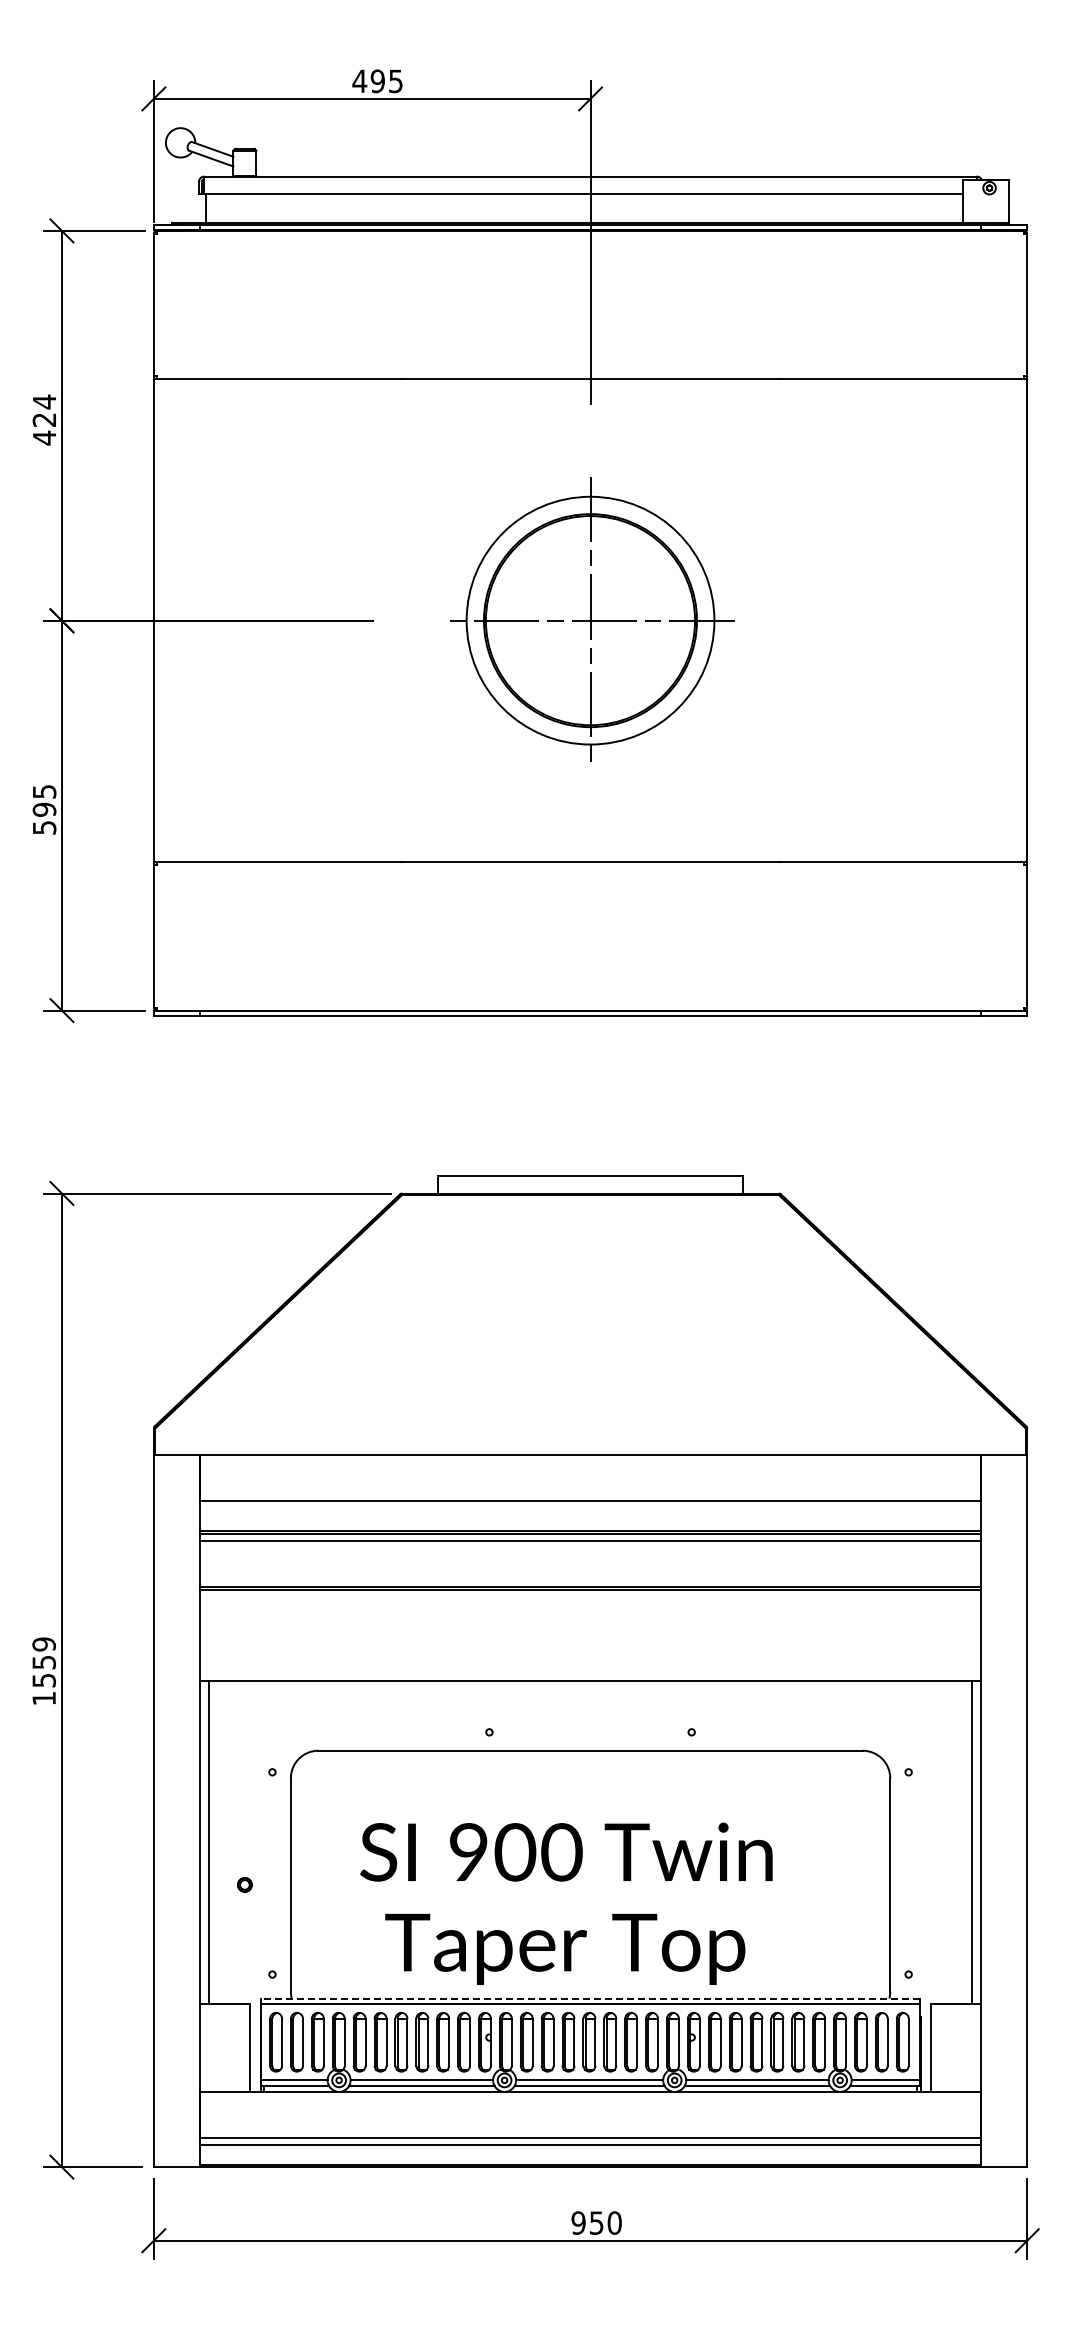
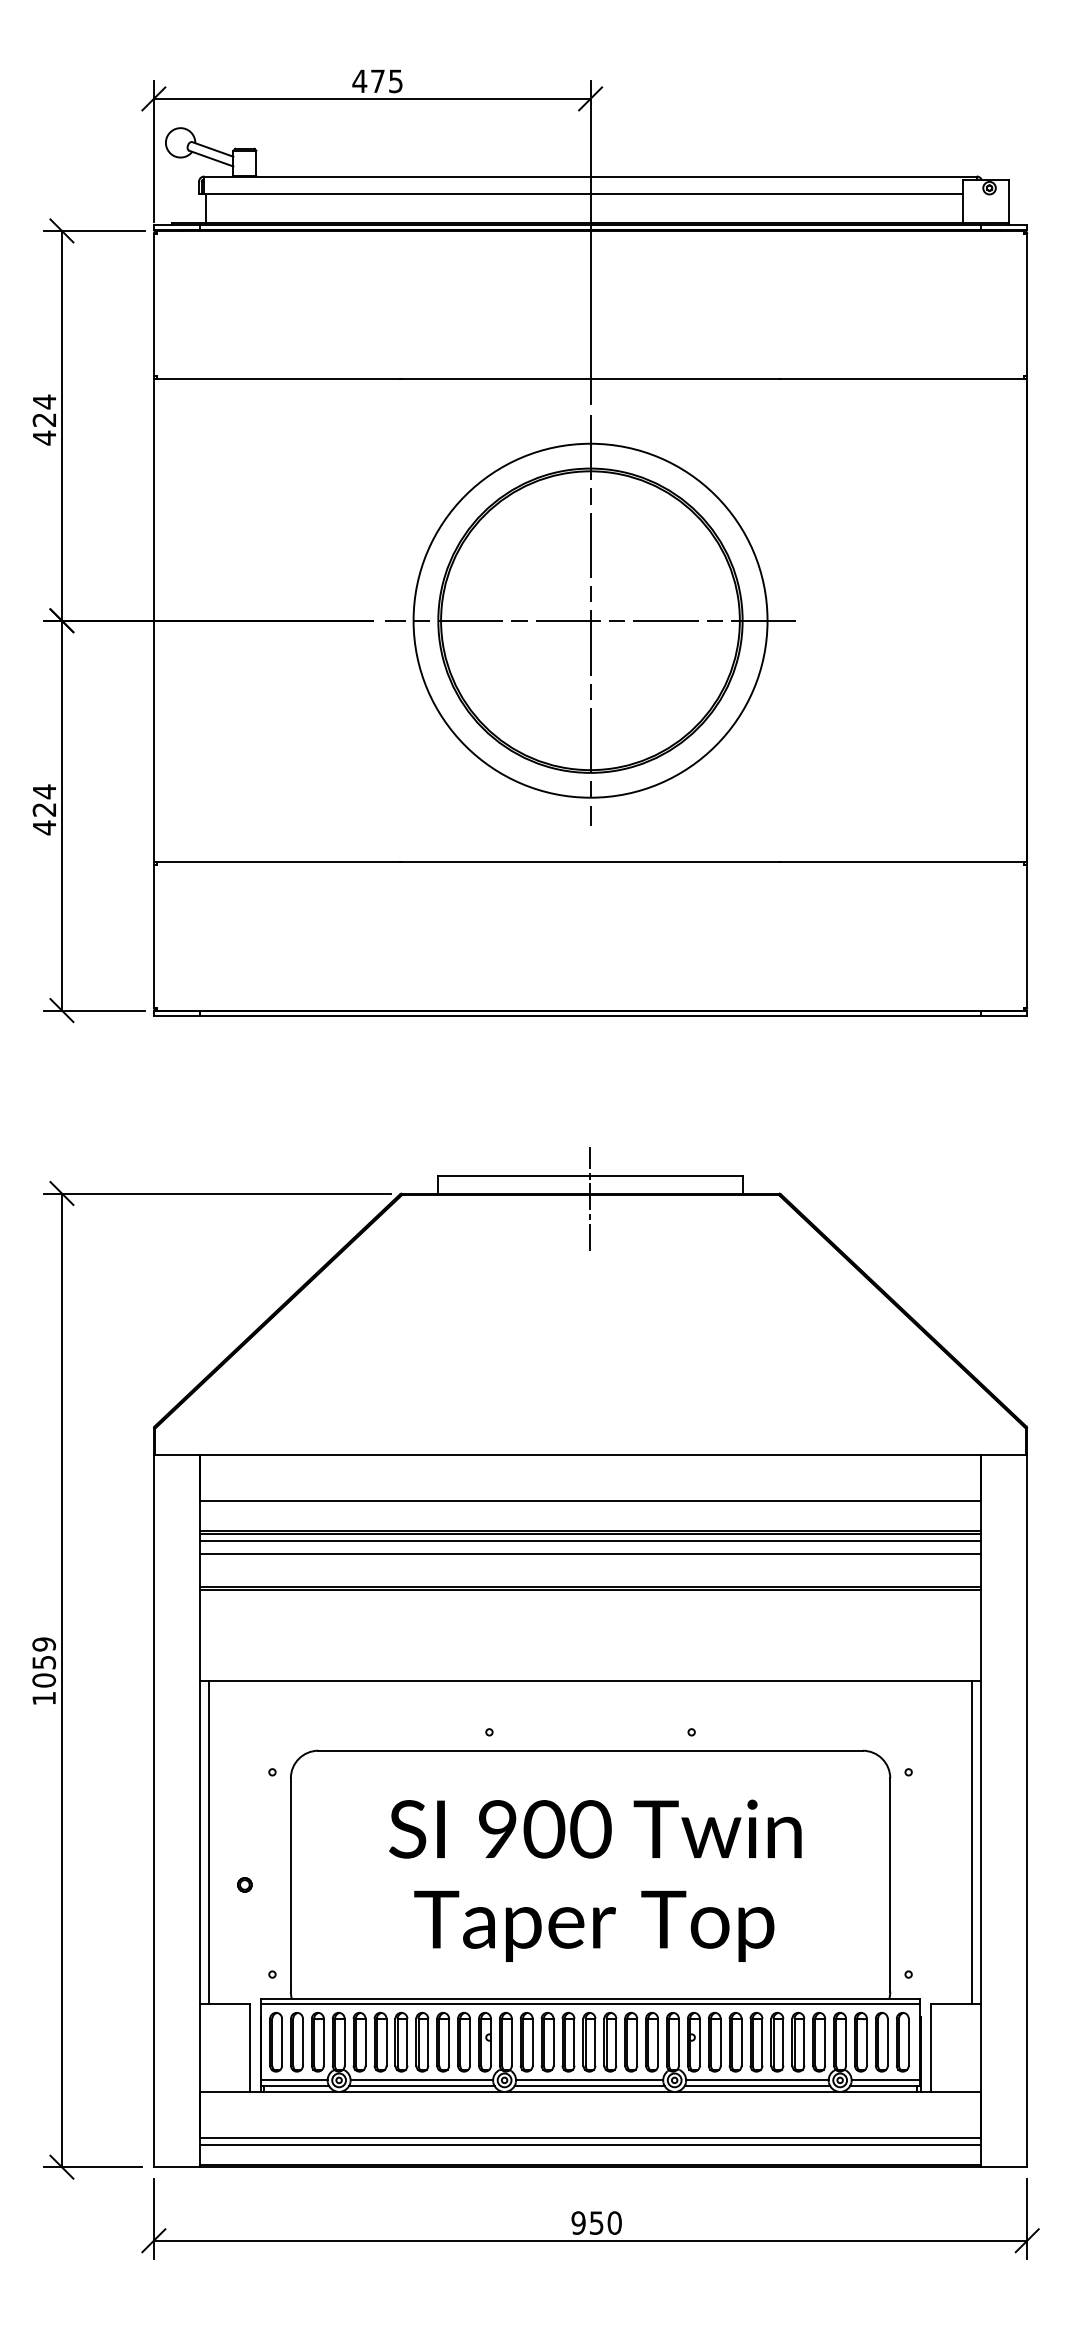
text at (377, 81): 495 -> 475
part at (592, 619) size: 285x285 px -> 411x411 px
text at (44, 809): 595 -> 424
line at (590, 1198): none -> present
line at (590, 1554): none -> present
text at (44, 1680): 1559 -> 1059
text at (566, 1903) position: (566, 1903) -> (595, 1880)
line at (590, 1998): dashed -> solid
